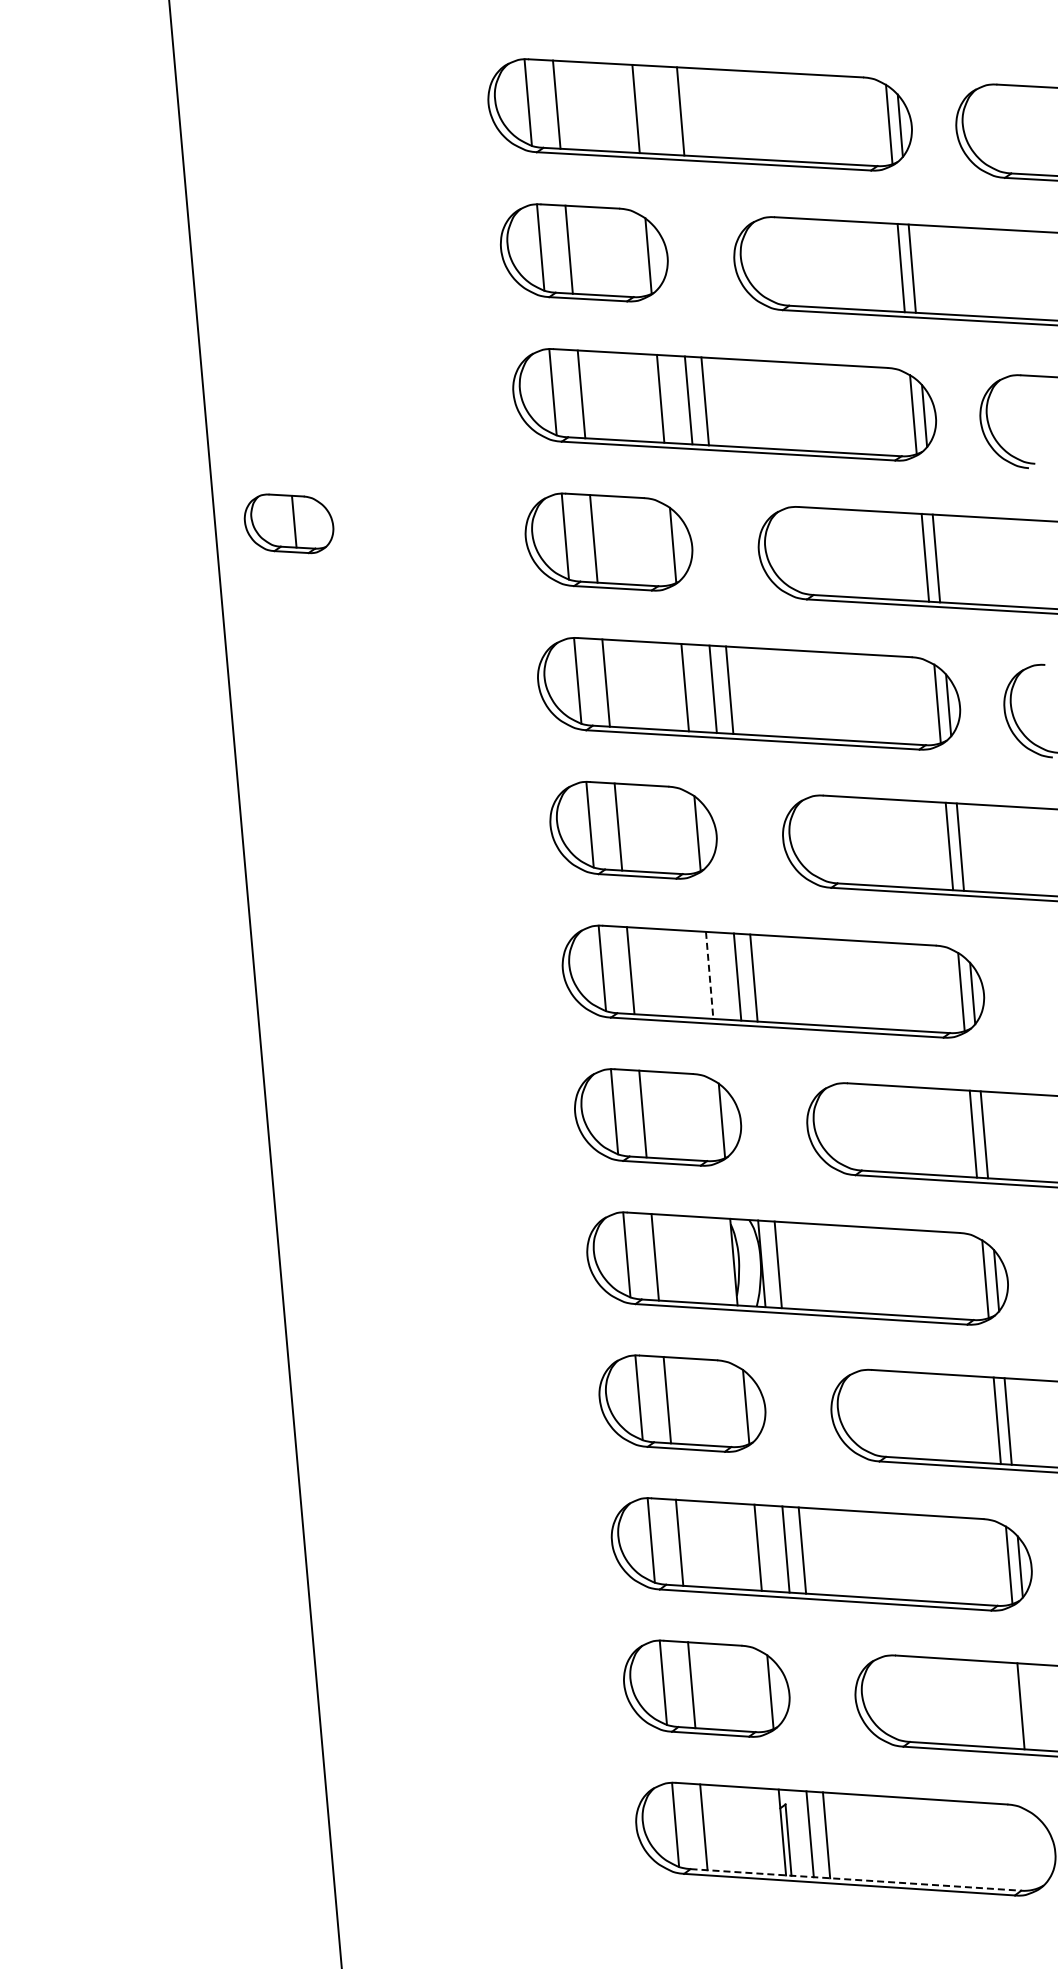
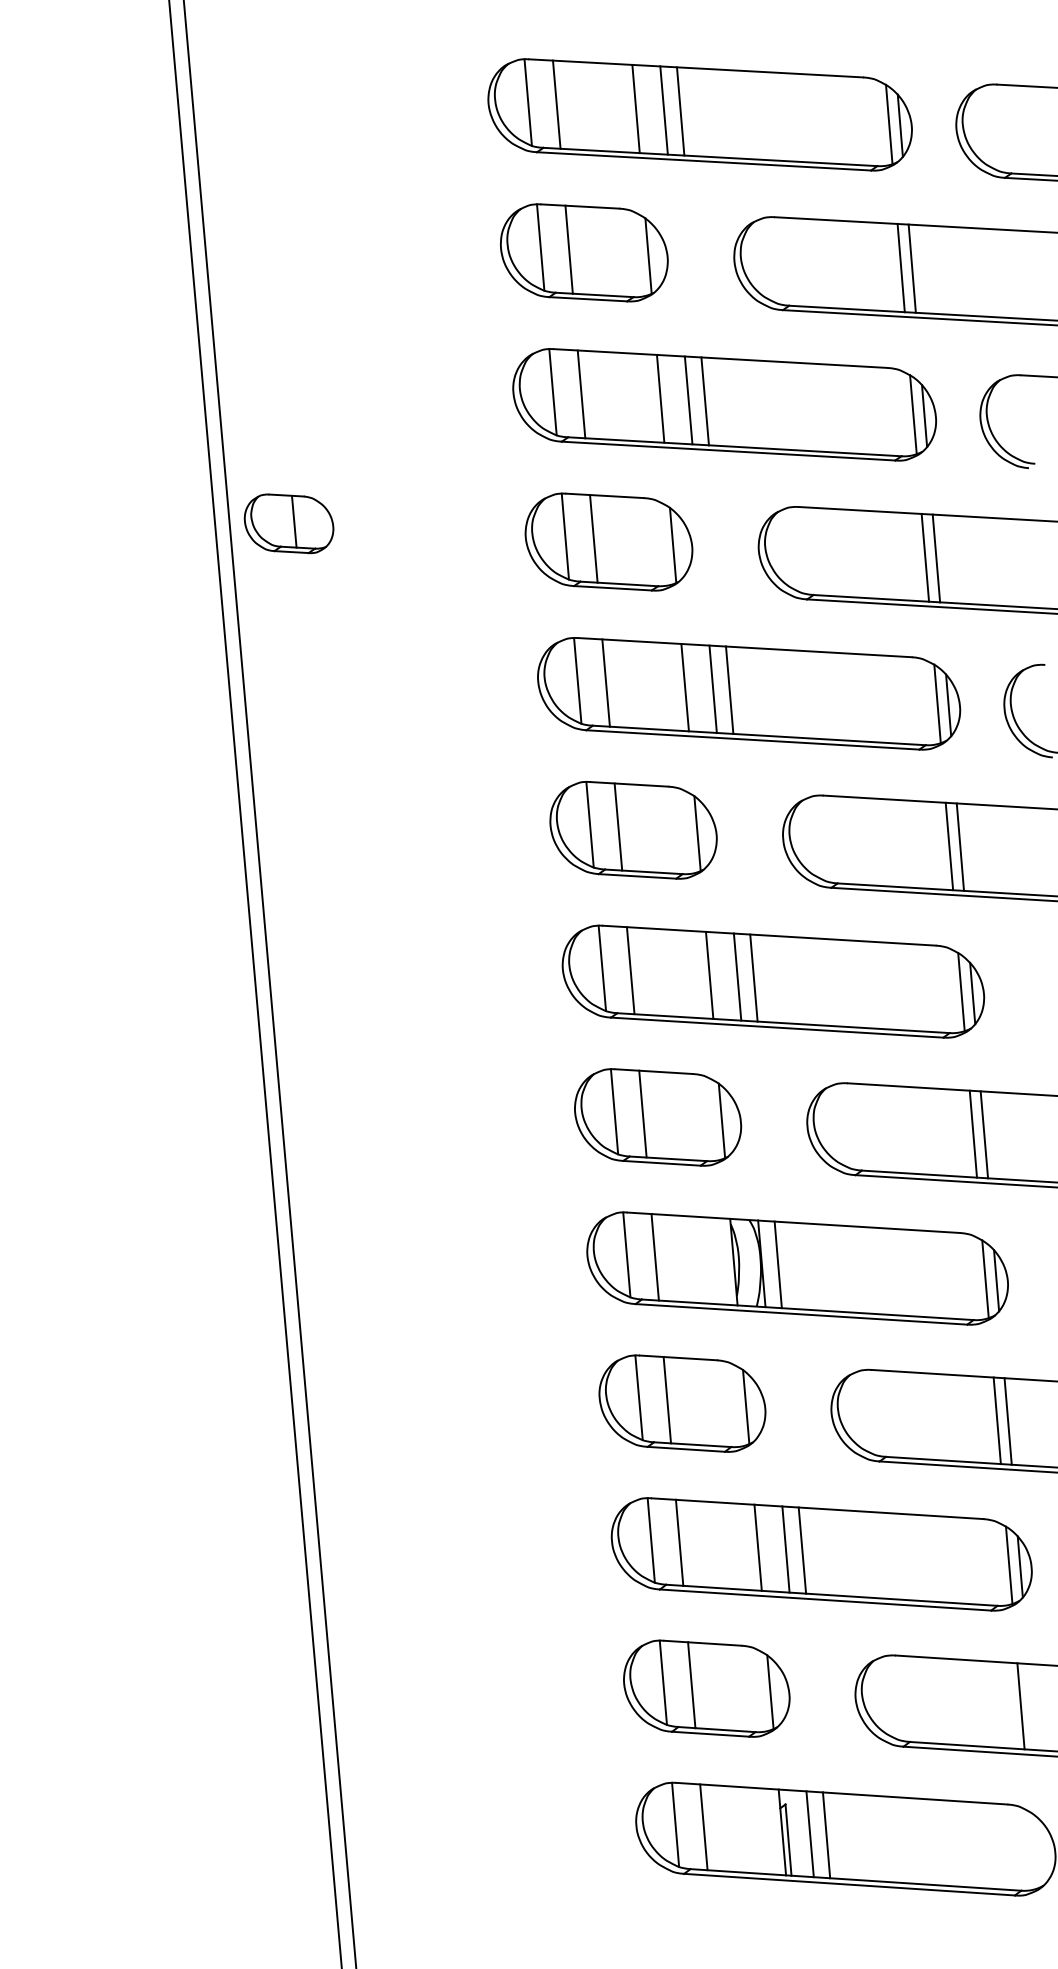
line at (663, 110): none -> present
line at (709, 975): dashed -> solid
line at (269, 983): none -> present
line at (855, 1879): dashed -> solid
